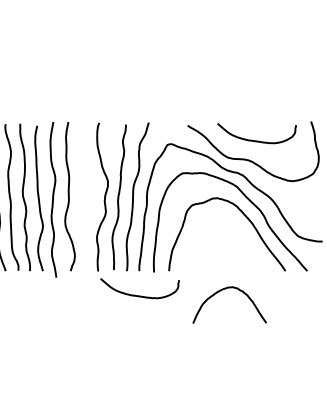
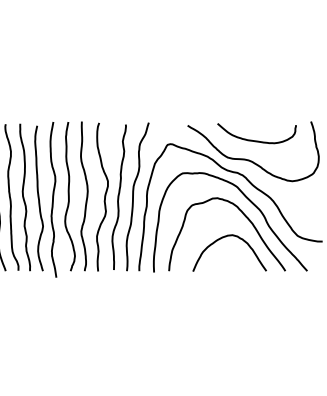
curve at (86, 196): none -> present
curve at (223, 290) position: (223, 290) -> (223, 238)
curve at (139, 295): present -> none
